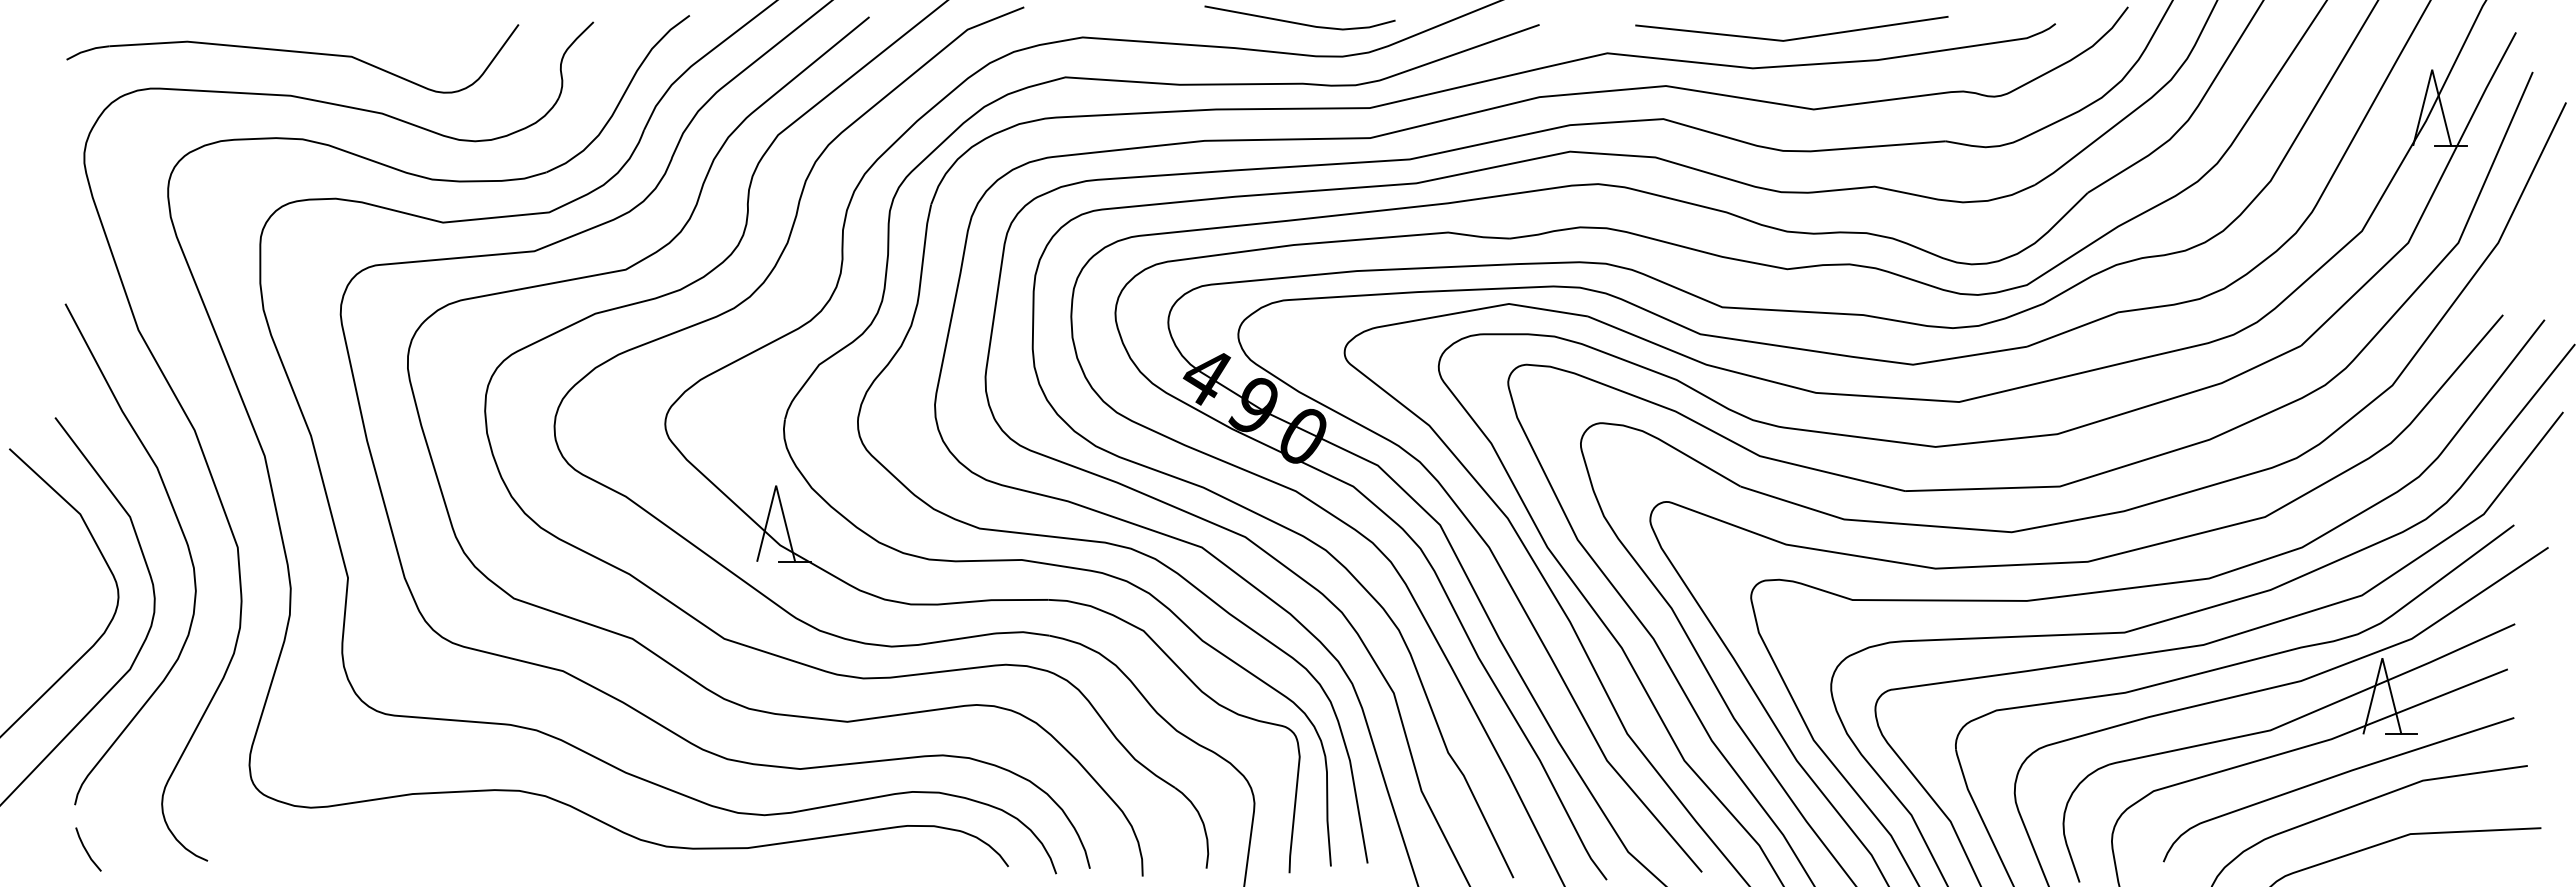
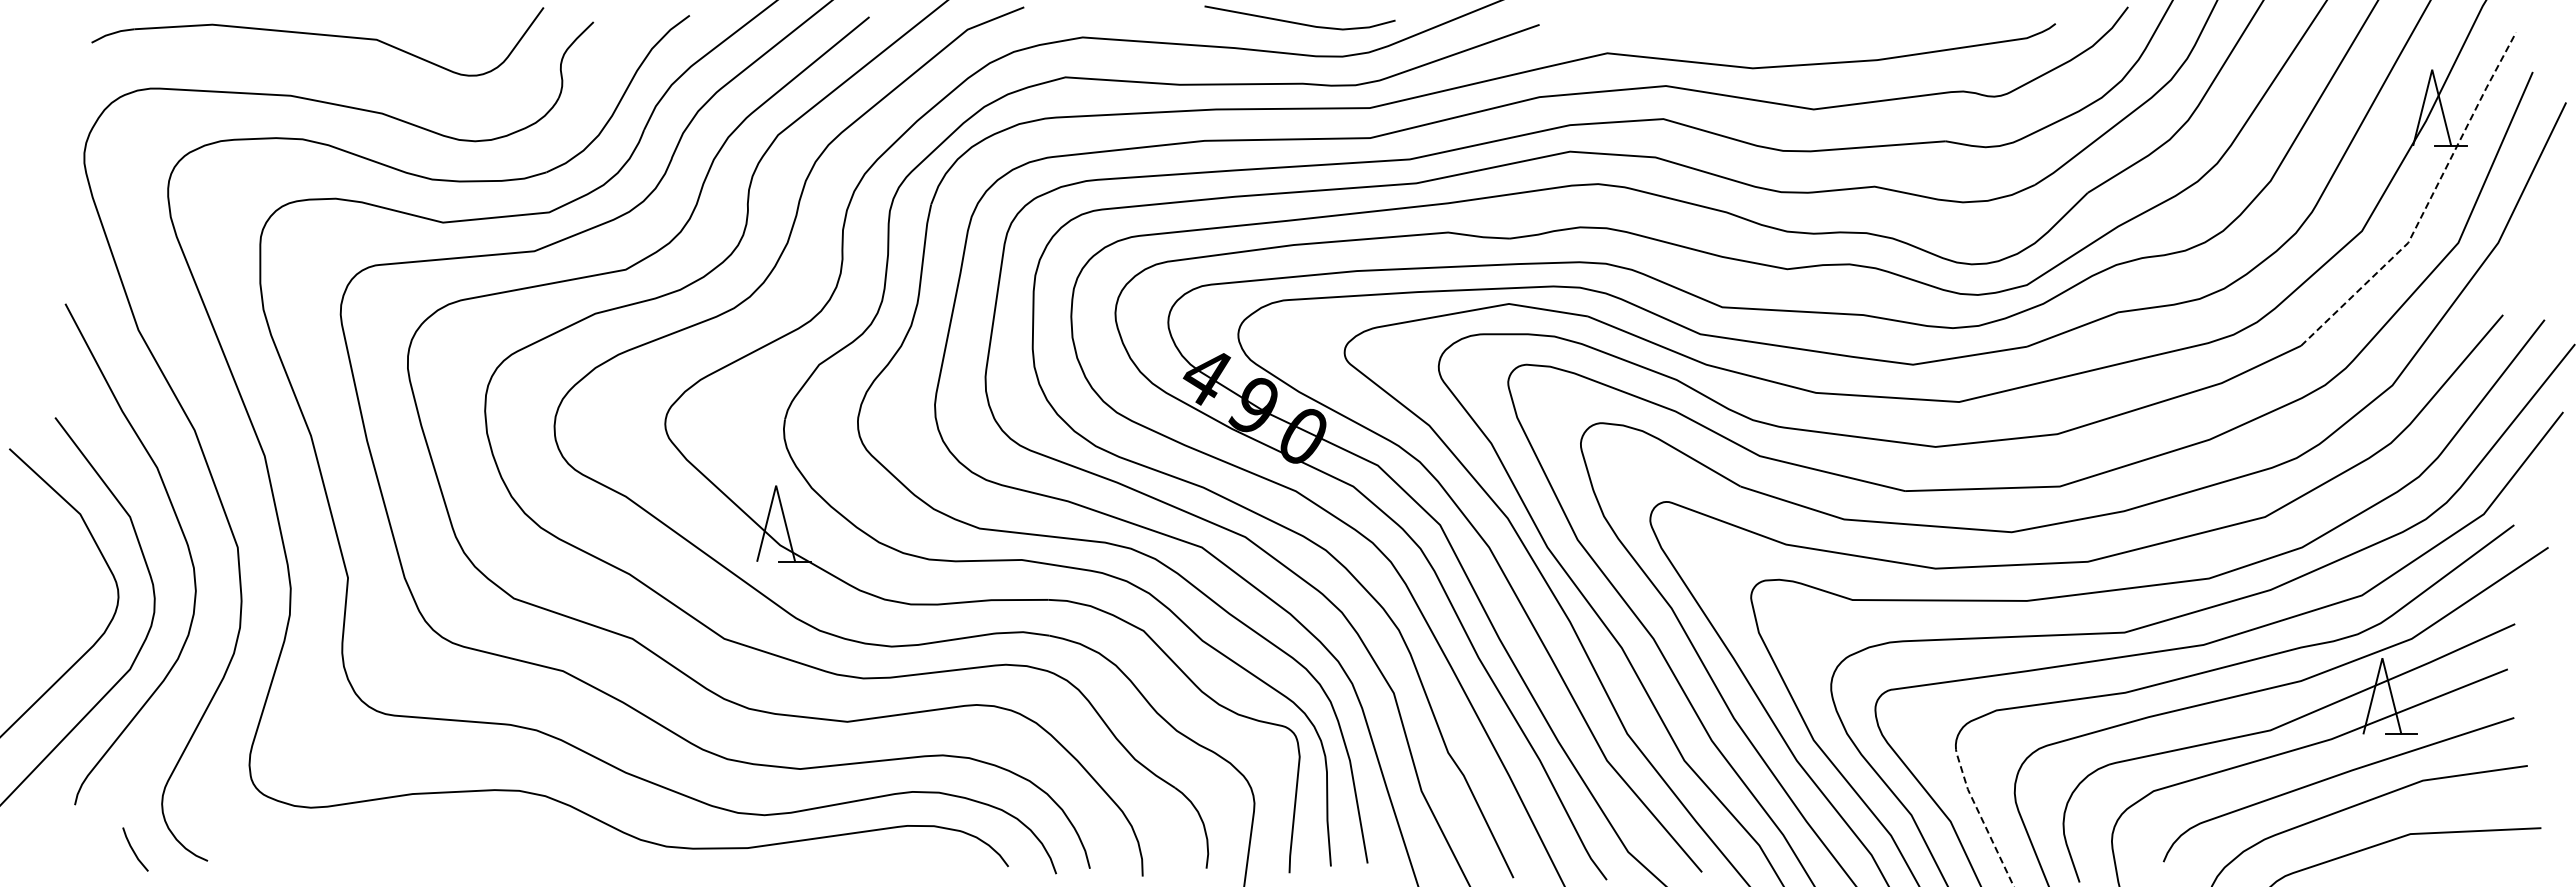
line at (1791, 38): present -> none
part at (292, 58) position: (292, 58) -> (317, 41)
line at (2428, 202): solid -> dashed
line at (1981, 818): solid -> dashed
curve at (87, 850) position: (87, 850) -> (134, 850)
